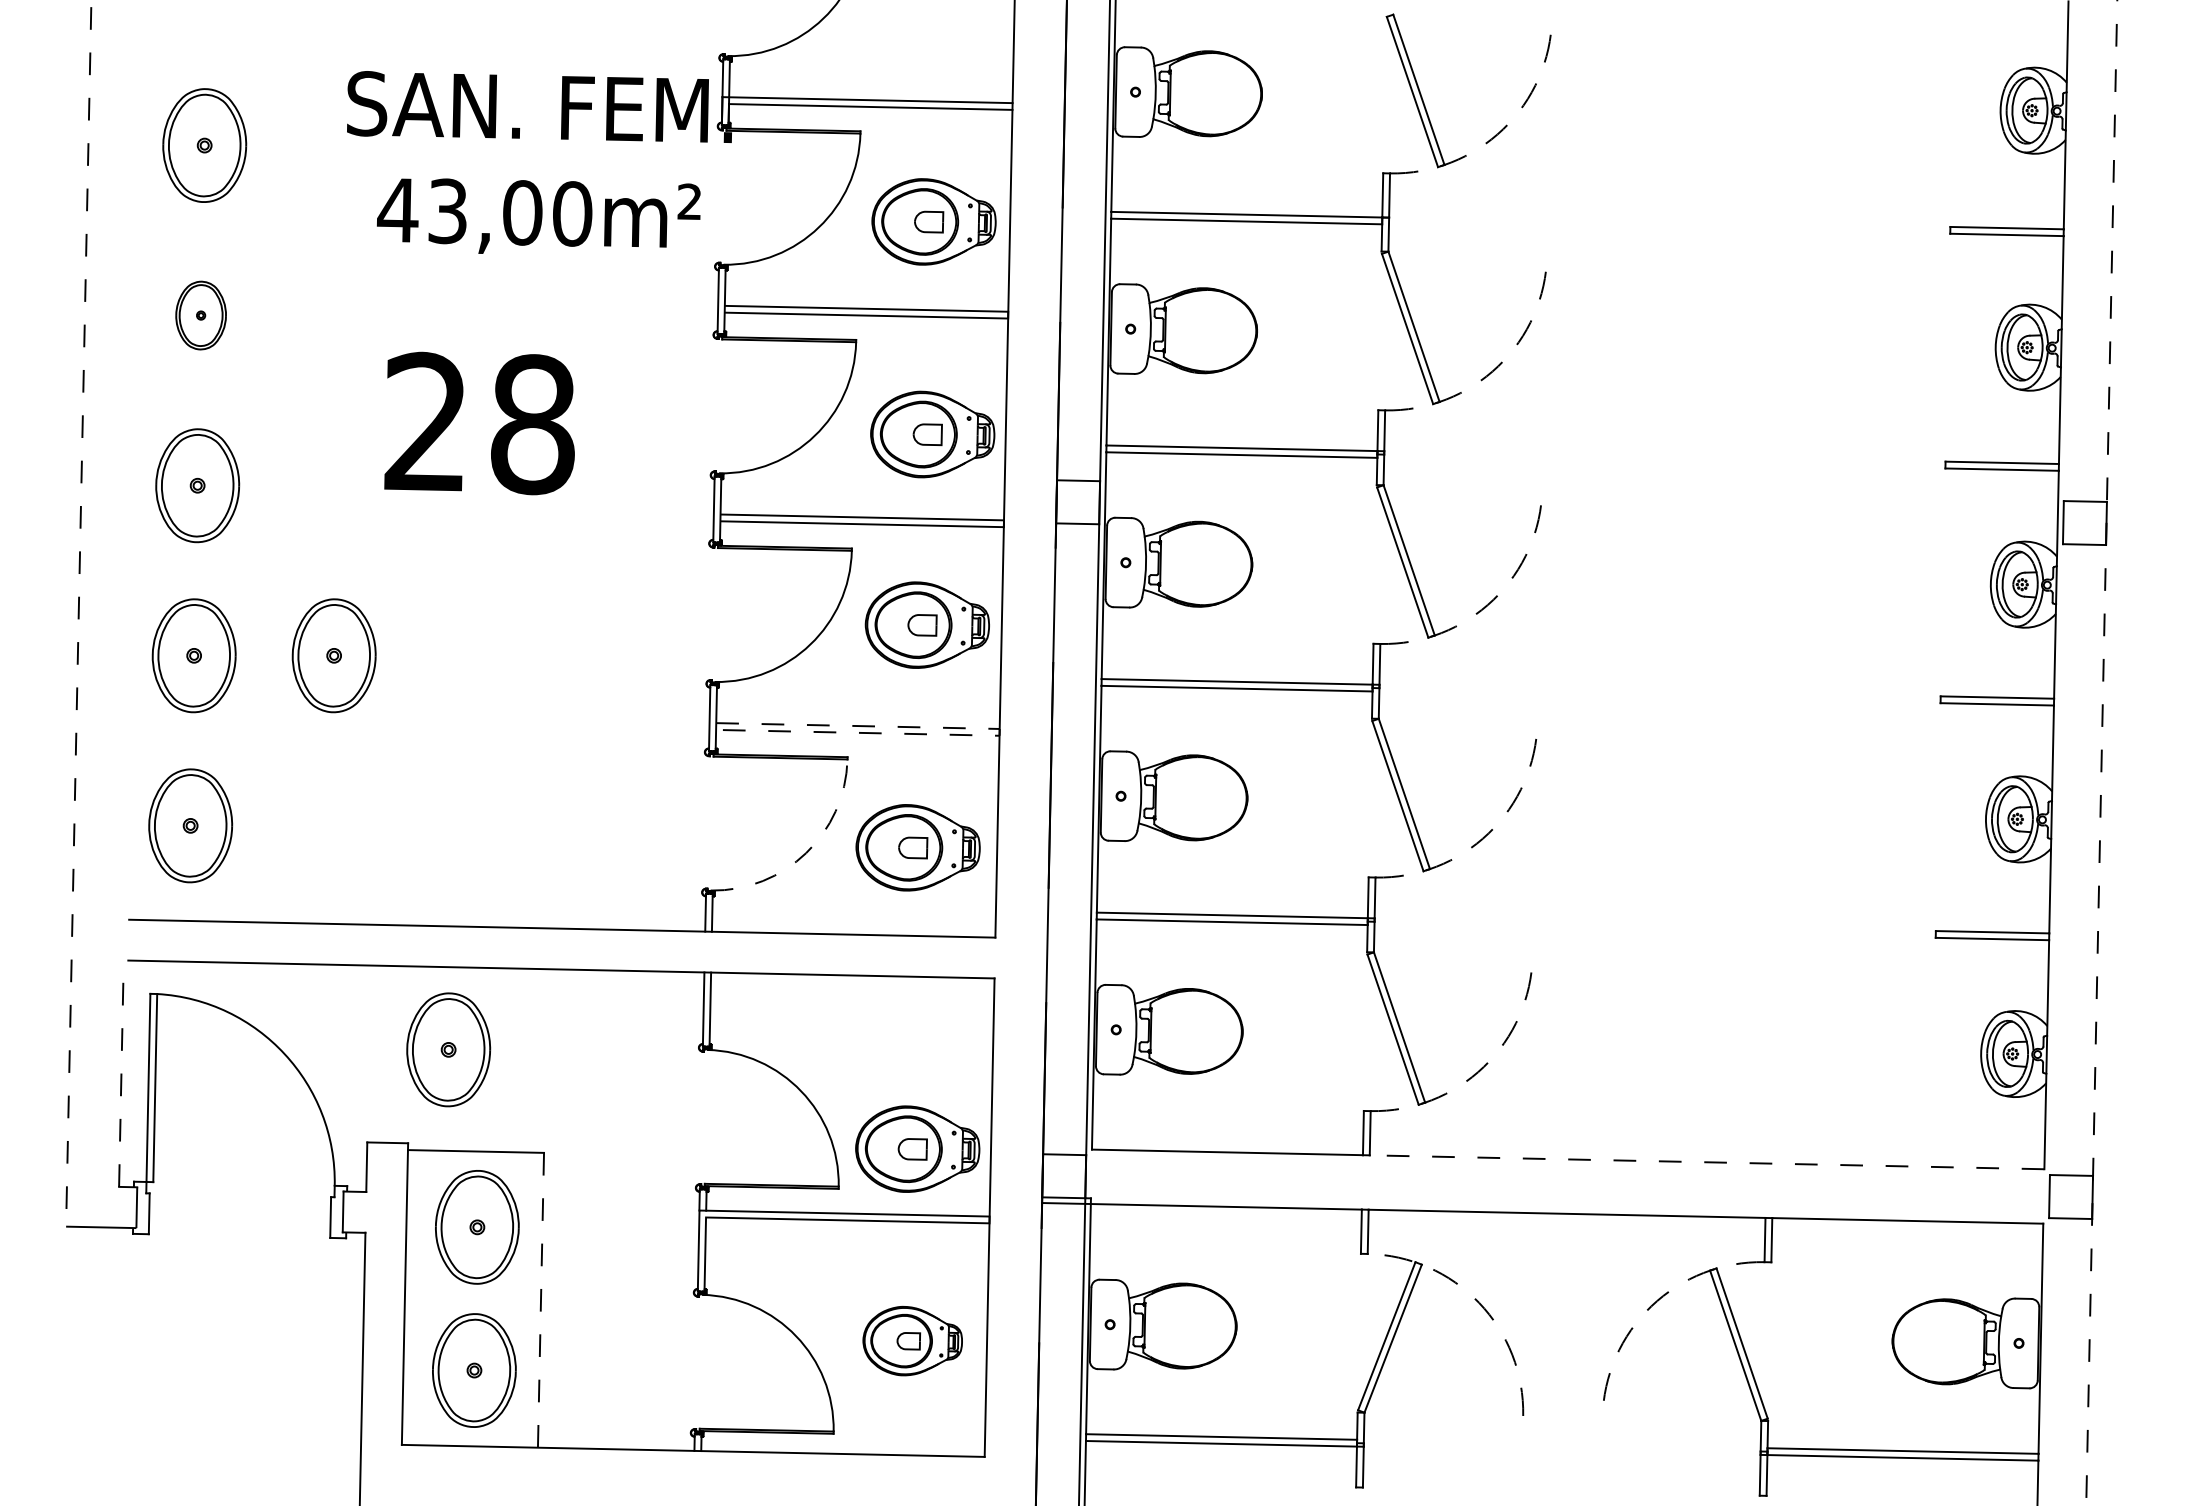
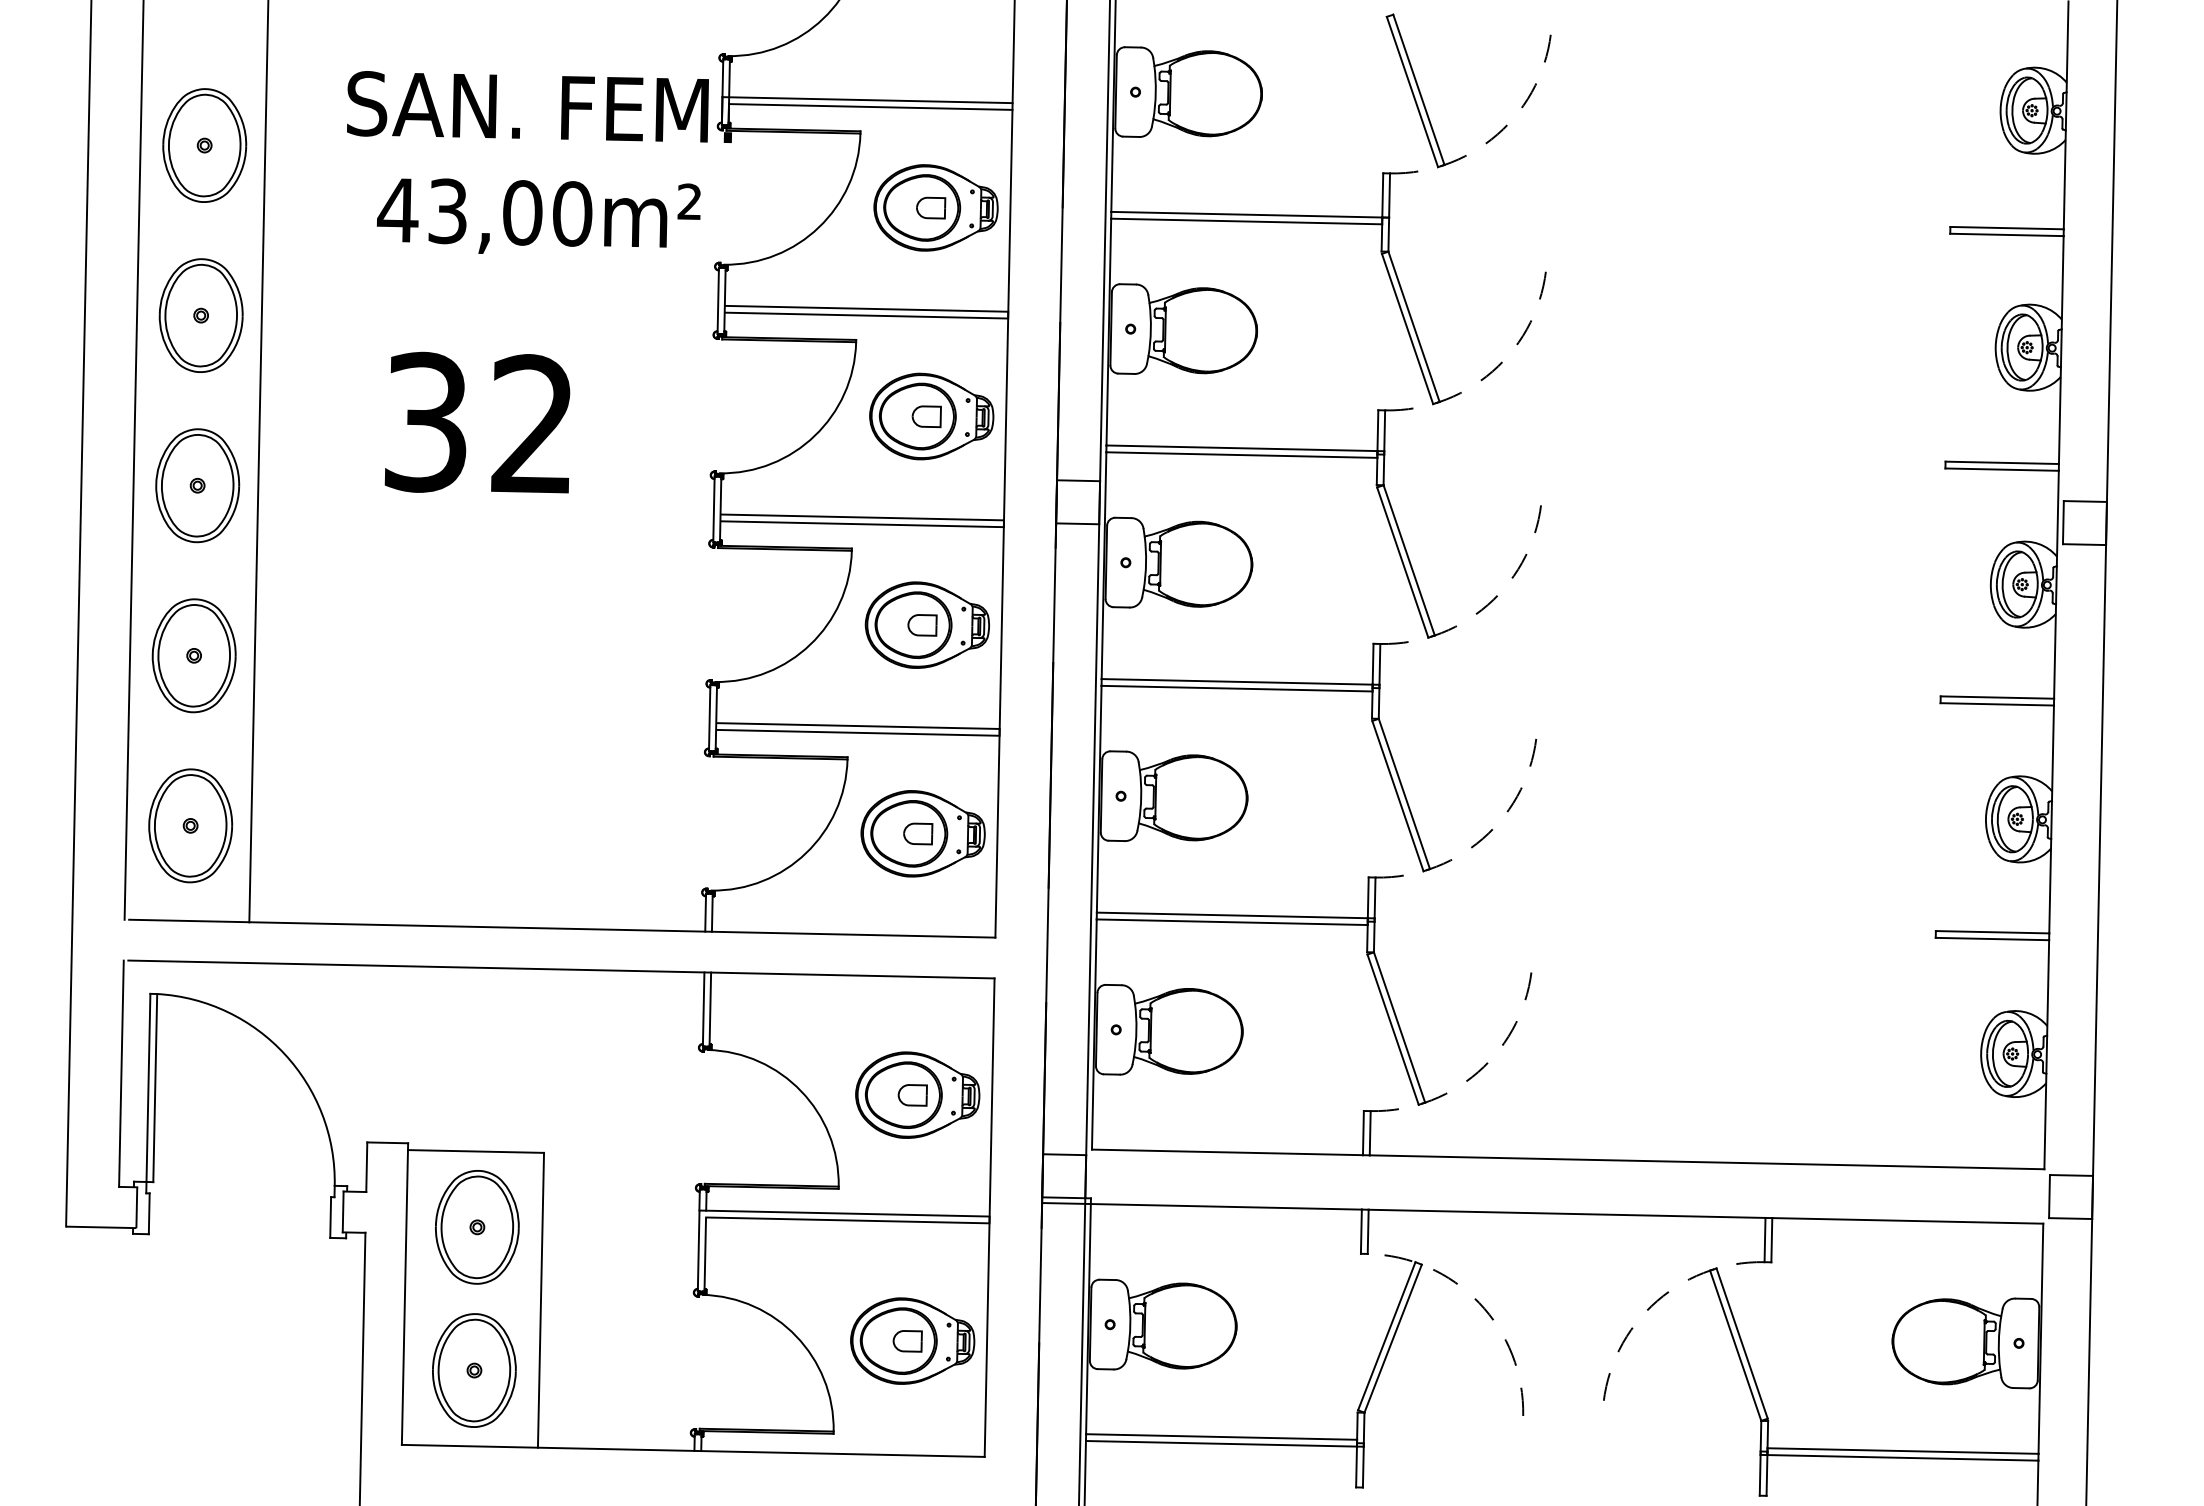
part at (933, 221) position: (933, 221) -> (935, 207)
part at (200, 315) size: 52x71 px -> 86x115 px
text at (479, 423): 28 -> 32
part at (932, 434) position: (932, 434) -> (931, 416)
line at (133, 460): none -> present
line at (258, 462): none -> present
line at (78, 613): dashed -> solid
part at (333, 655): present -> none
line at (999, 732): dashed -> solid
line at (2101, 752): dashed -> solid
part at (917, 847) position: (917, 847) -> (922, 833)
arc at (806, 853): dashed -> solid
part at (448, 1049): present -> none
line at (121, 1073): dashed -> solid
part at (917, 1148) position: (917, 1148) -> (917, 1094)
line at (1706, 1162): dashed -> solid
line at (541, 1299): dashed -> solid
part at (912, 1341) size: 101x71 px -> 126x88 px
